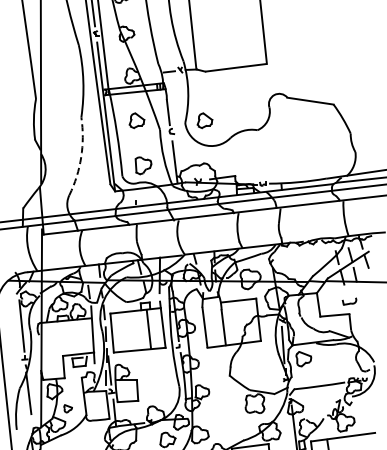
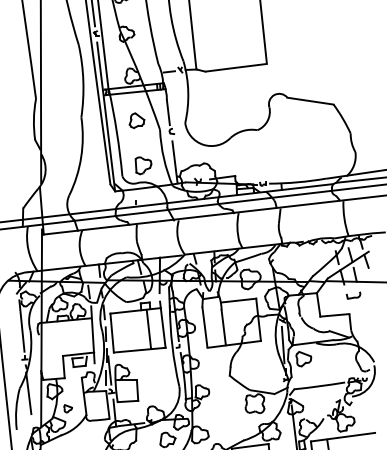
part at (204, 120): present -> none
arc at (81, 157): dashed -> solid
part at (349, 301) position: (349, 301) -> (353, 295)
